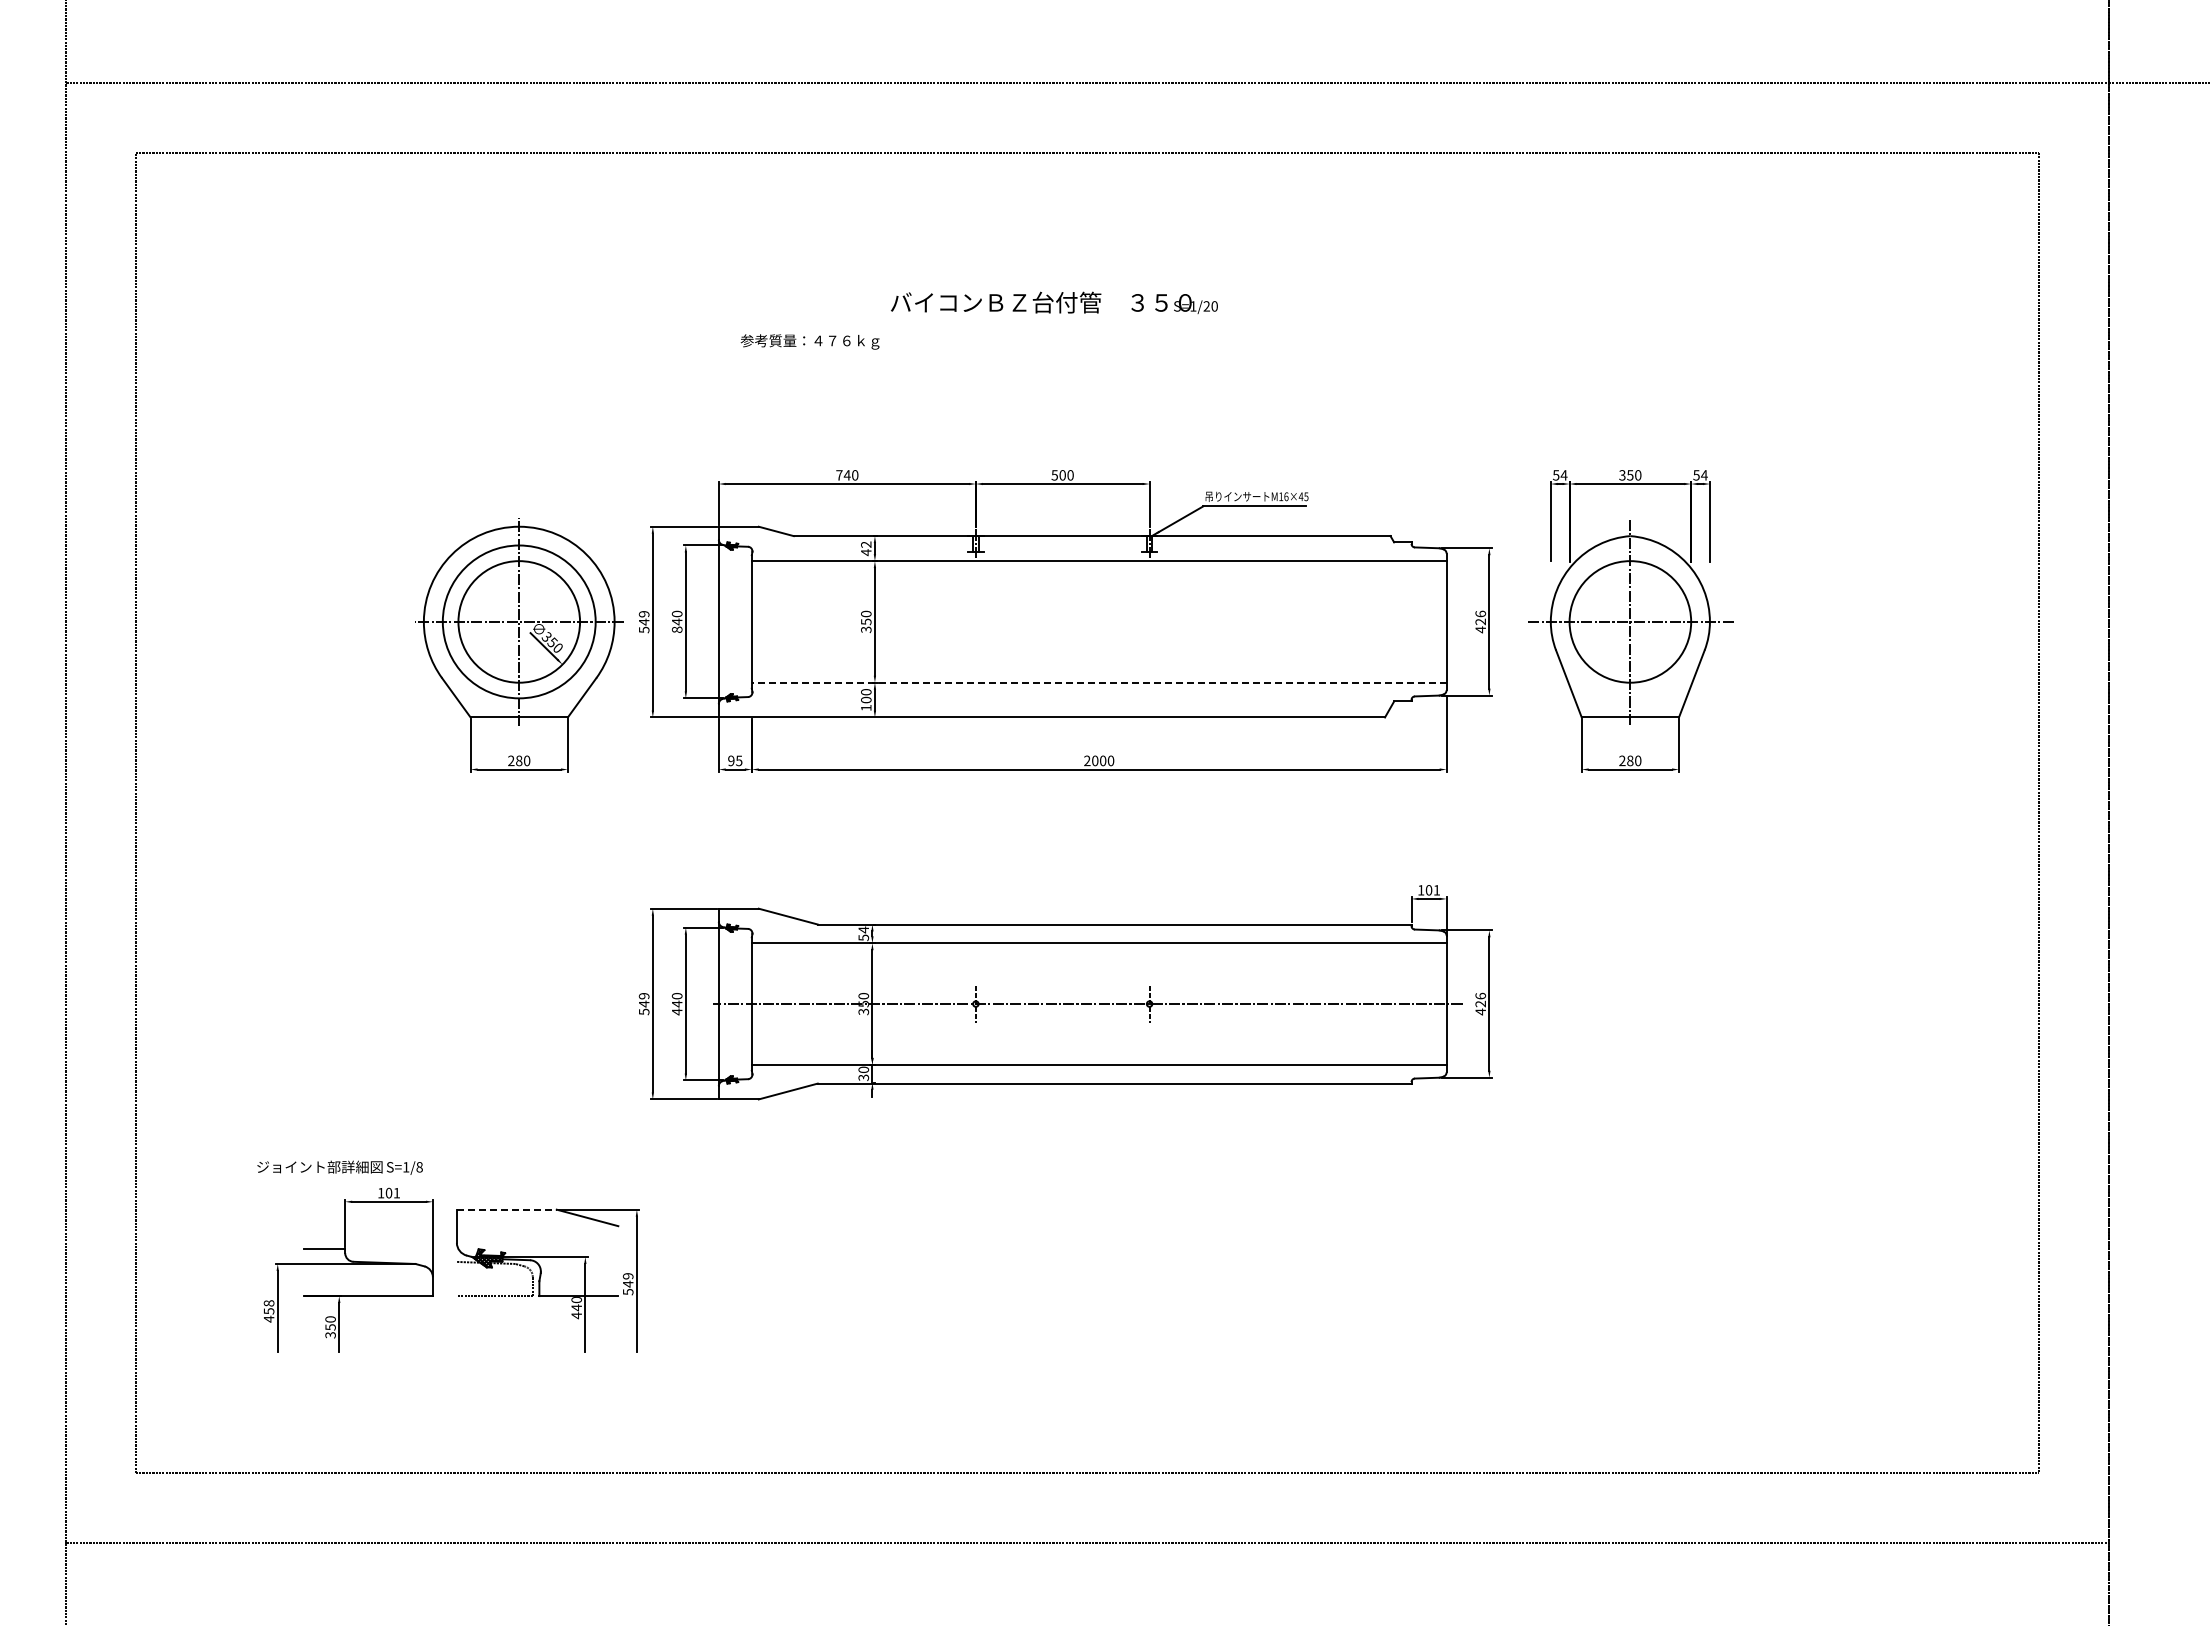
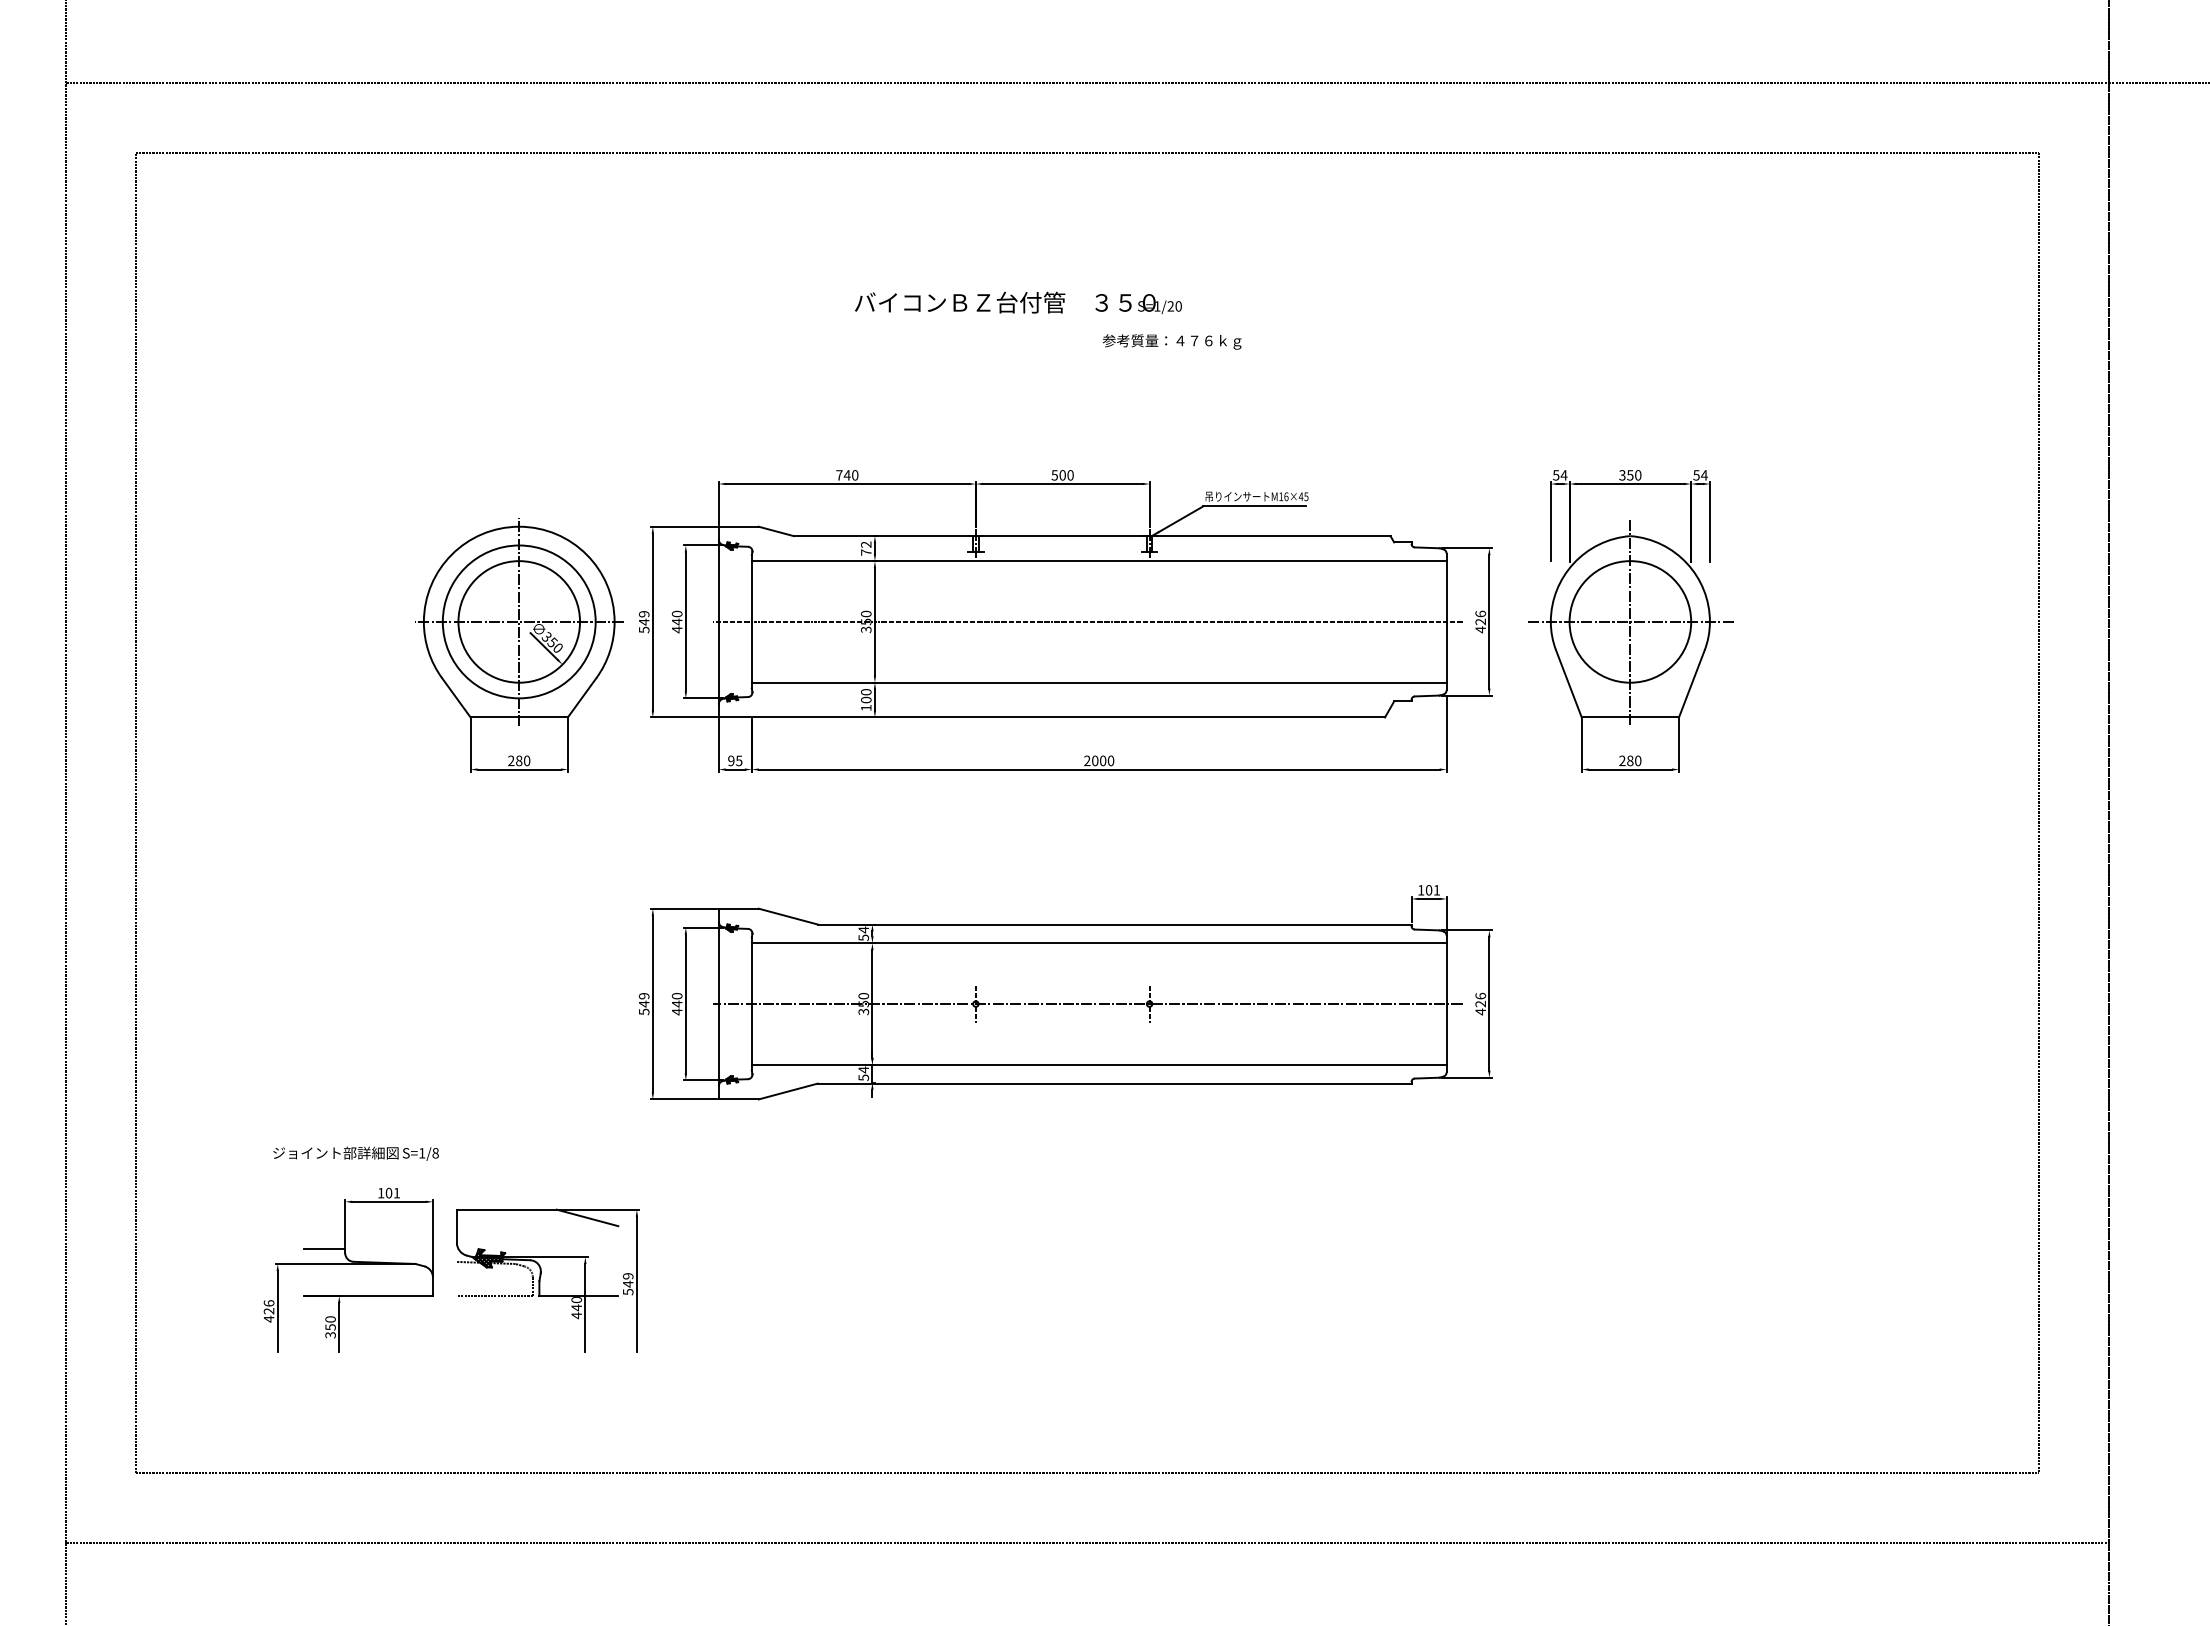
text at (1054, 302) position: (1054, 302) -> (1018, 302)
text at (809, 341) position: (809, 341) -> (1171, 341)
text at (866, 552): 42 -> 72
line at (1087, 621): none -> present
text at (676, 629): 840 -> 440
line at (1098, 682): dashed -> solid
text at (863, 1073): 30 -> 54
text at (339, 1167) position: (339, 1167) -> (355, 1153)
line at (506, 1209): dashed -> solid
text at (268, 1307): 458 -> 426
